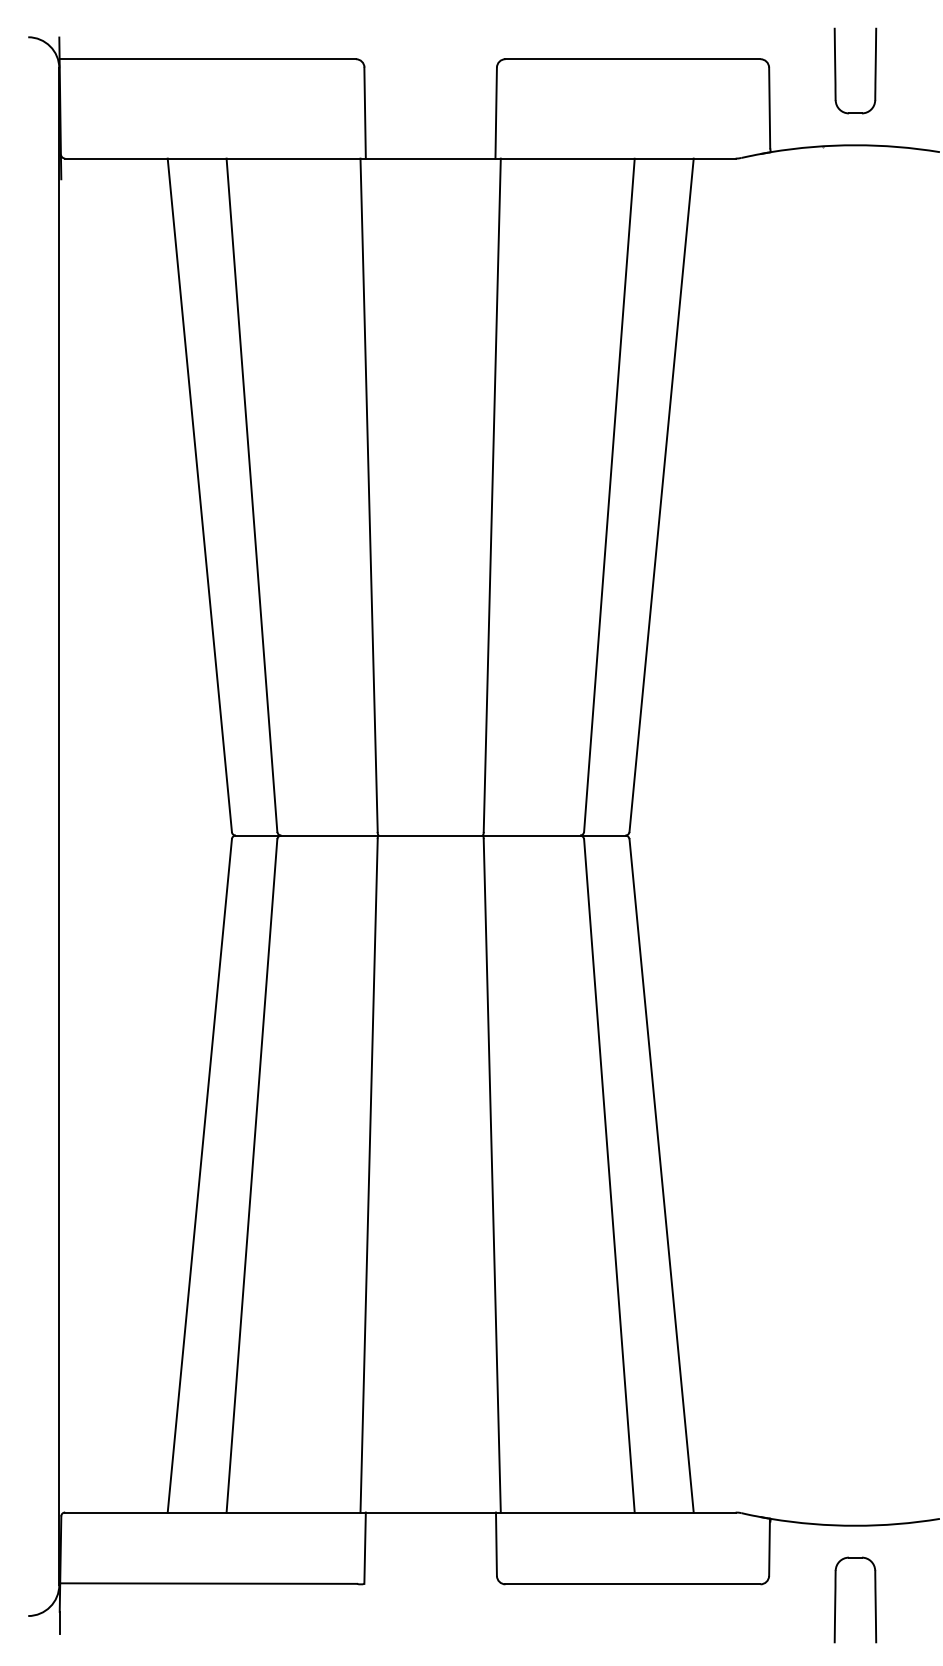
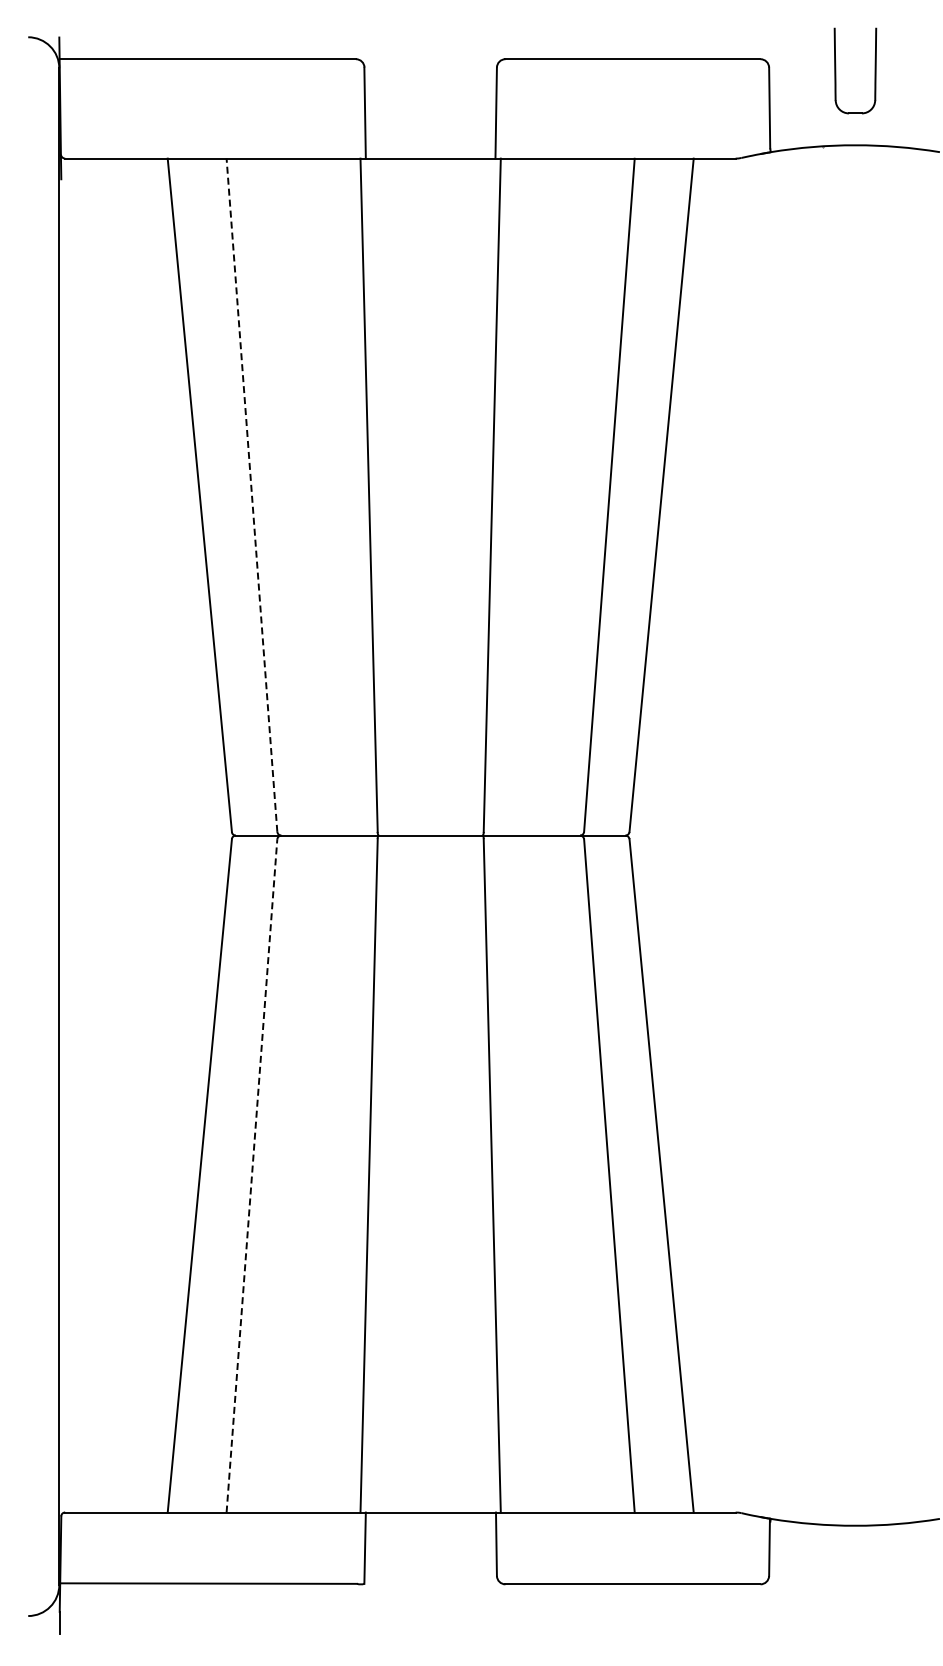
line at (251, 495): solid -> dashed
line at (251, 1175): solid -> dashed
part at (836, 1599): present -> none
